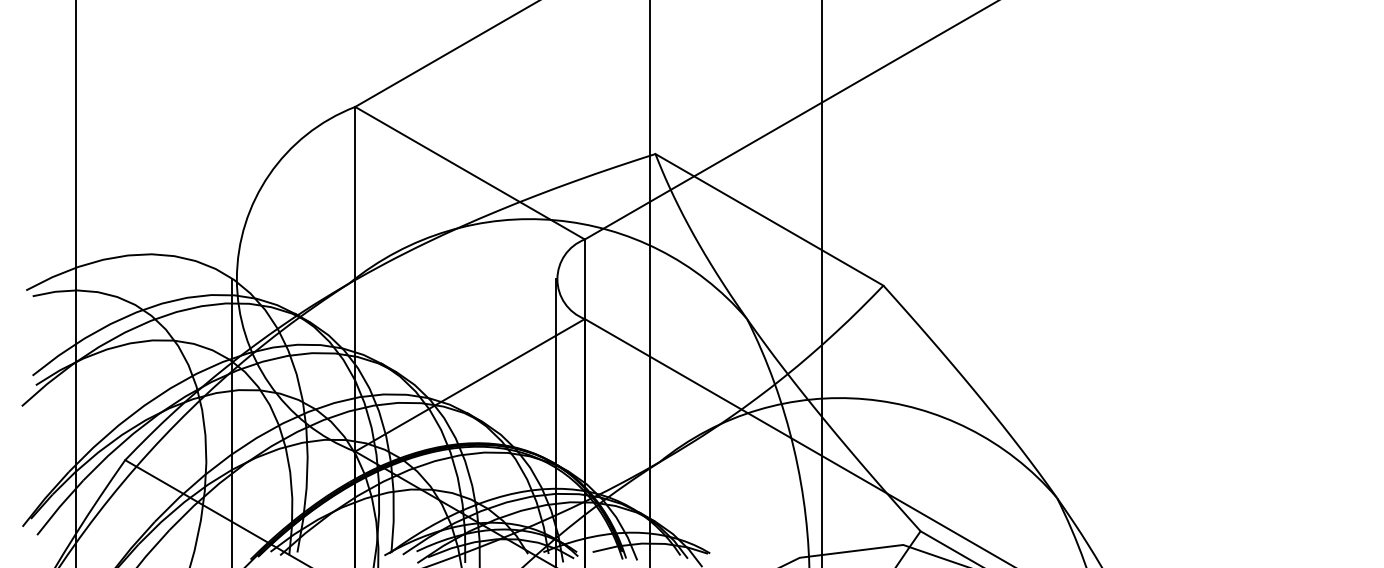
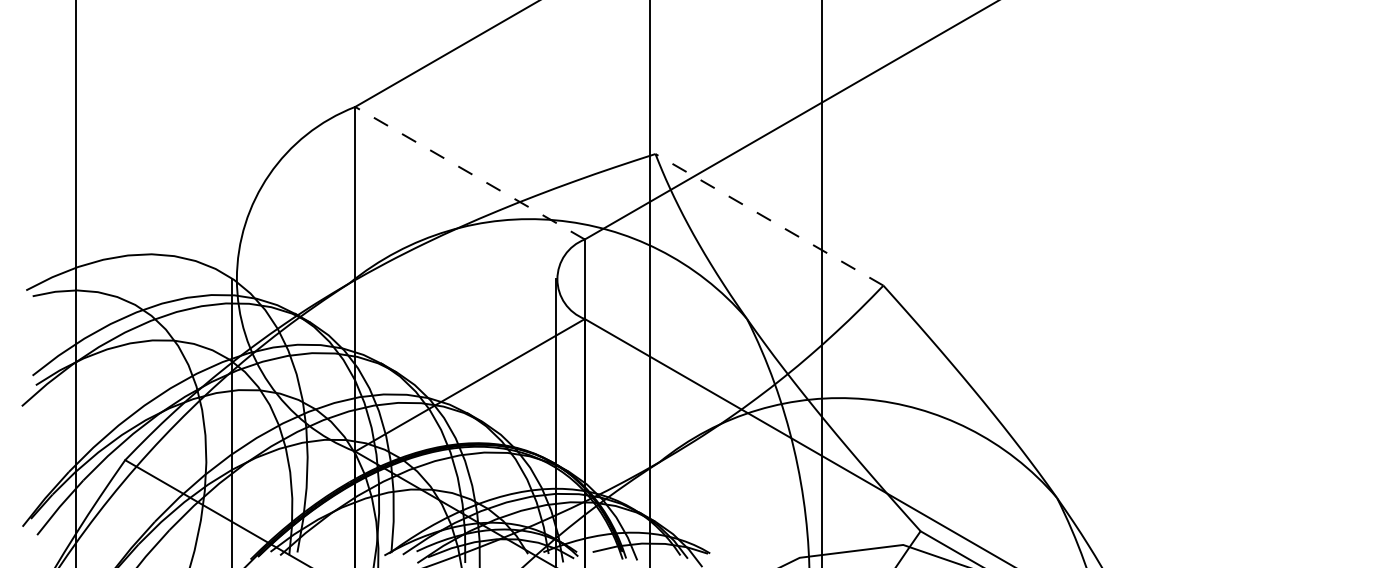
line at (470, 173): solid -> dashed
line at (769, 219): solid -> dashed
